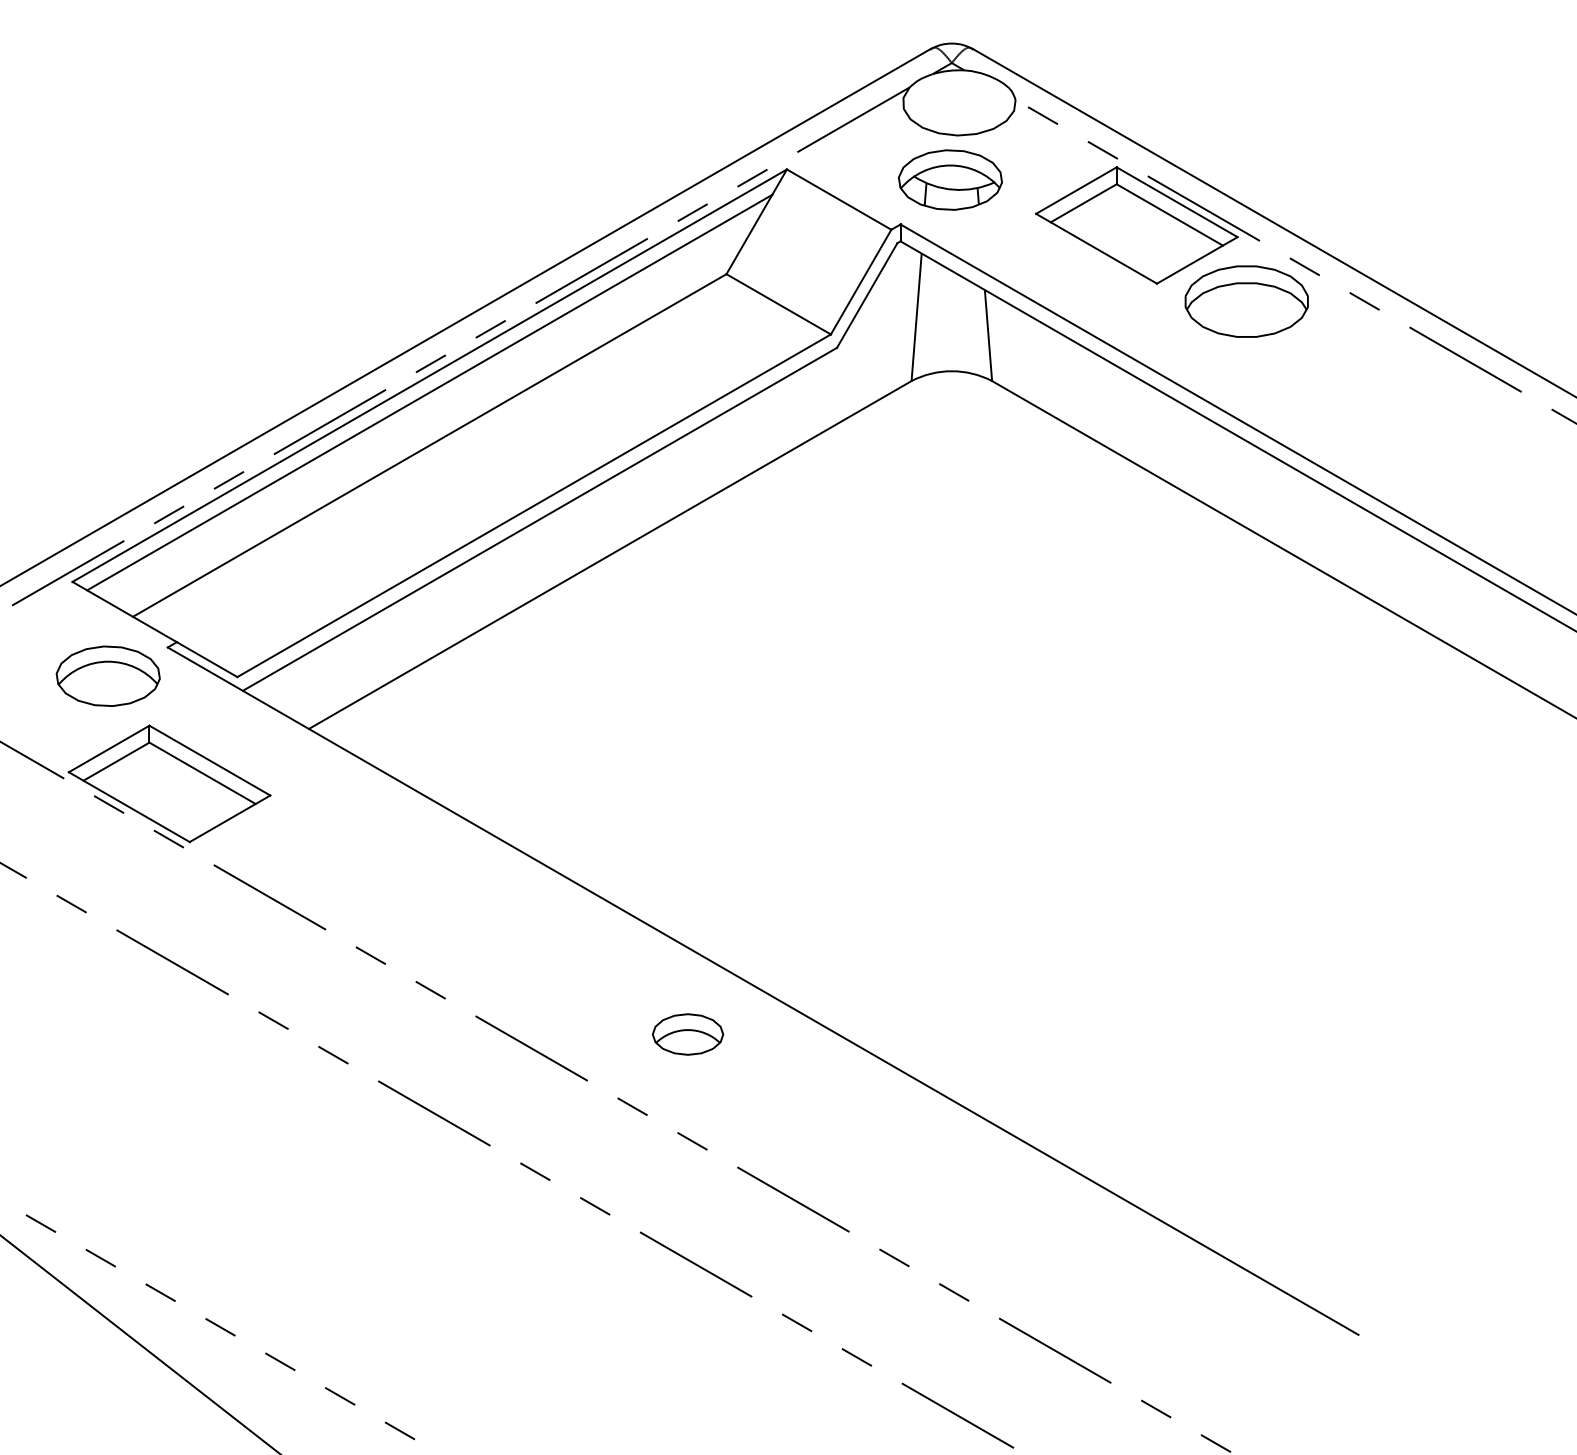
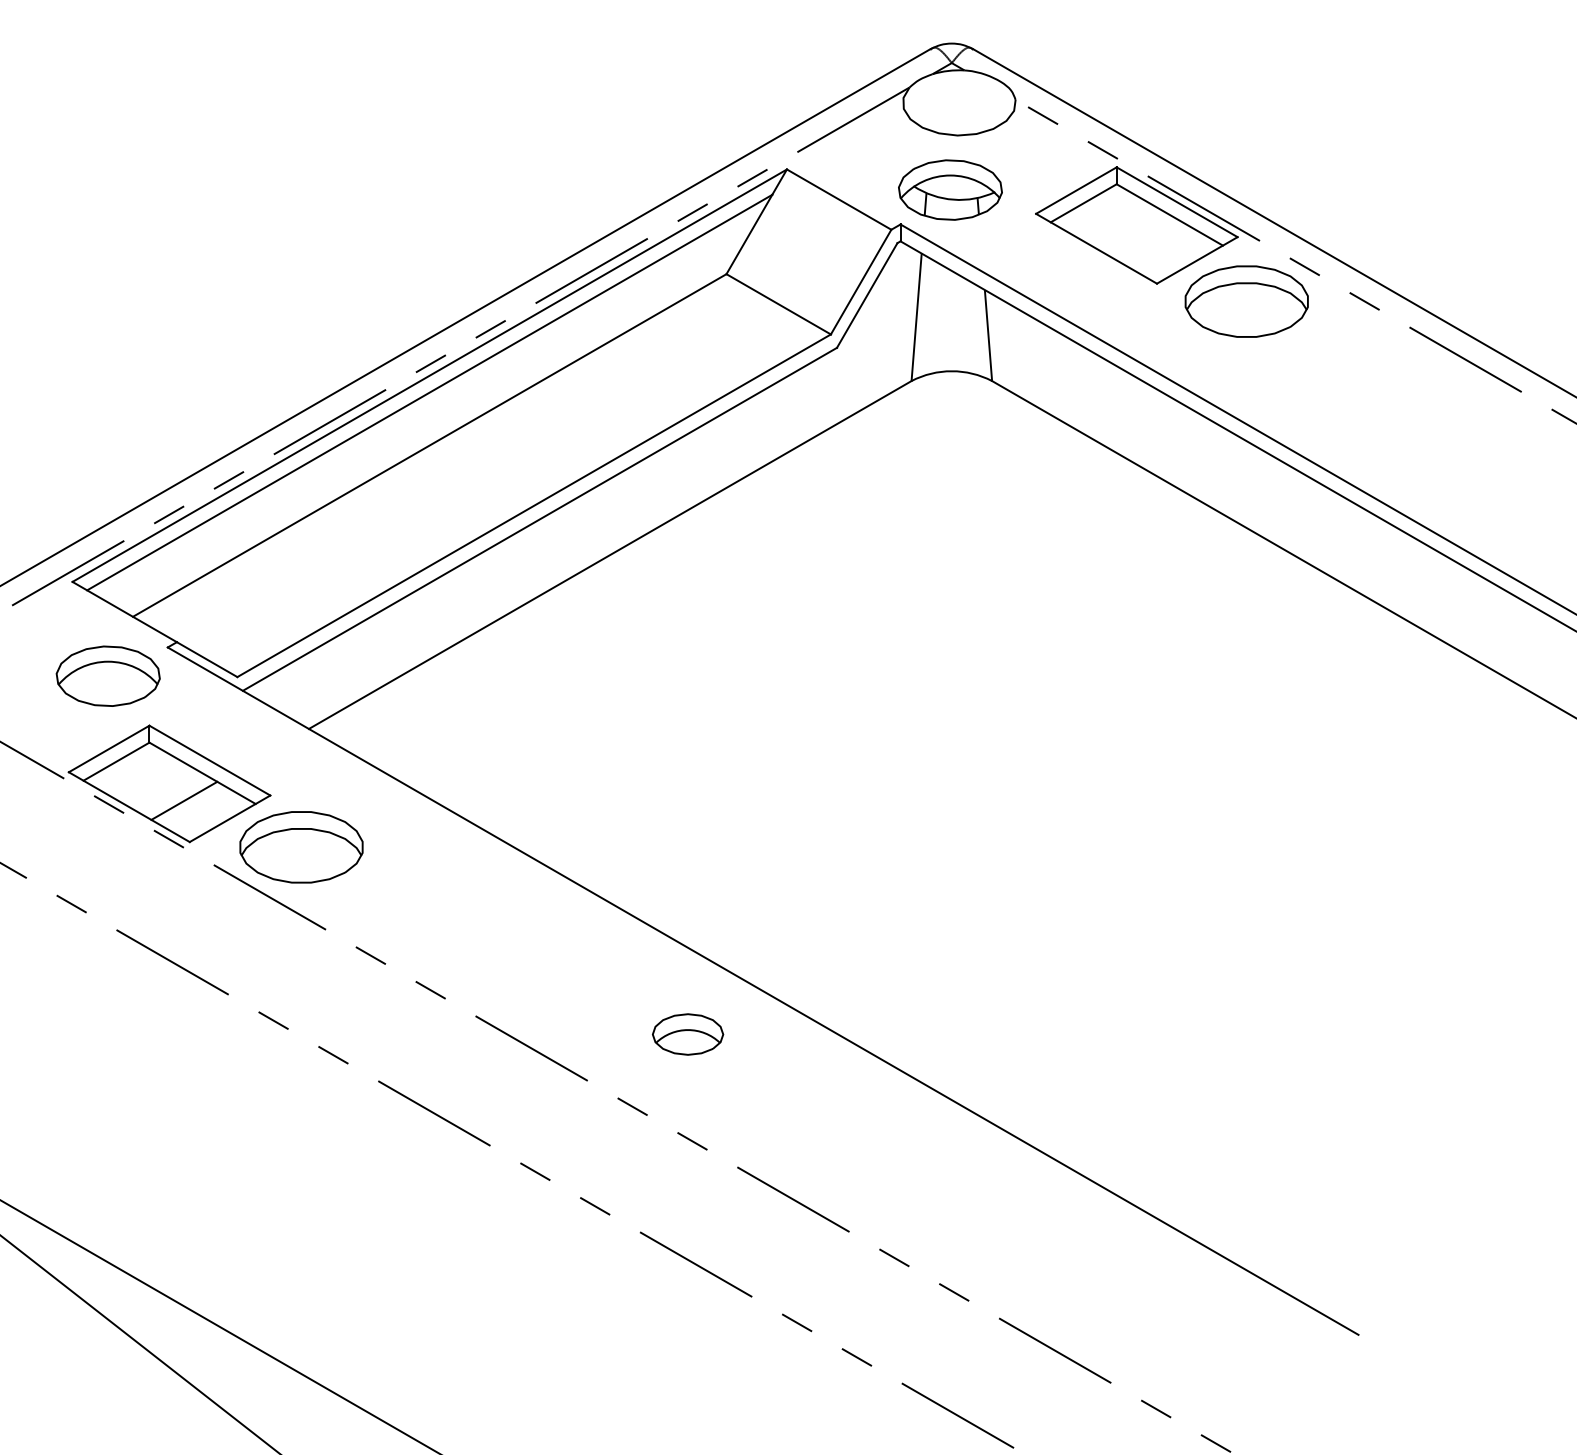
part at (950, 179) position: (950, 179) -> (950, 189)
line at (184, 800): none -> present
part at (301, 847): none -> present
line at (221, 1327): dashed -> solid
